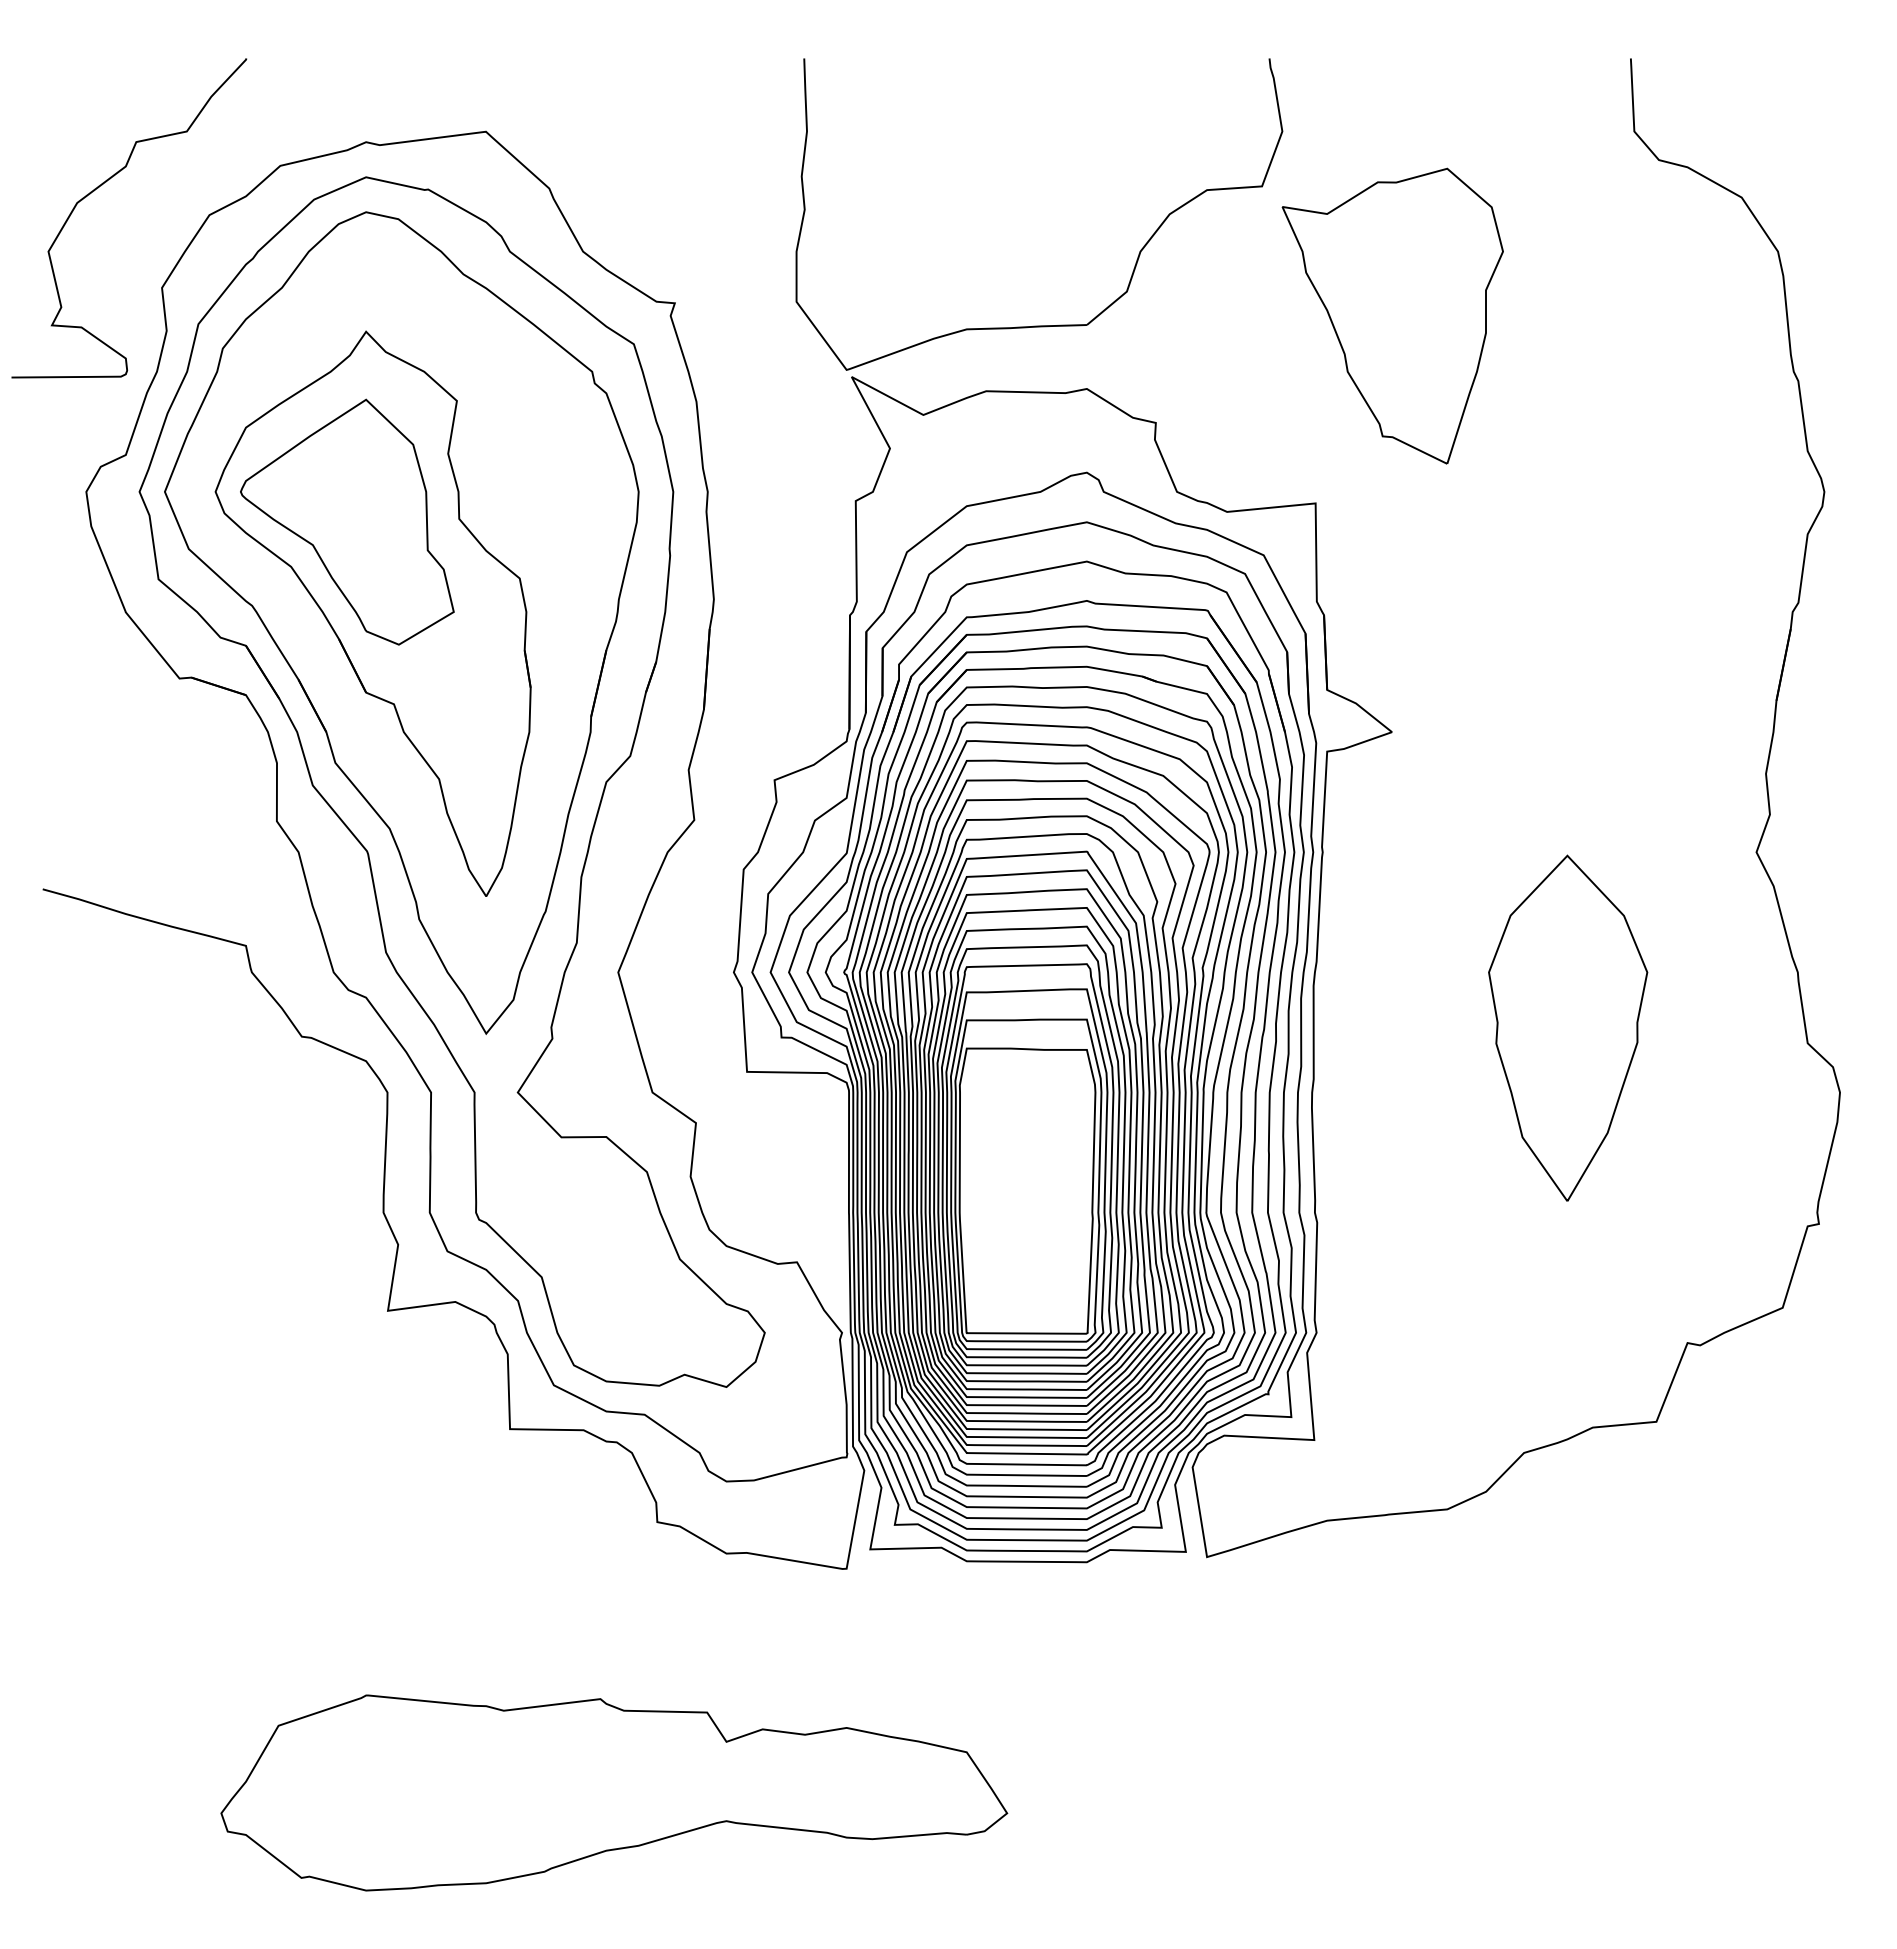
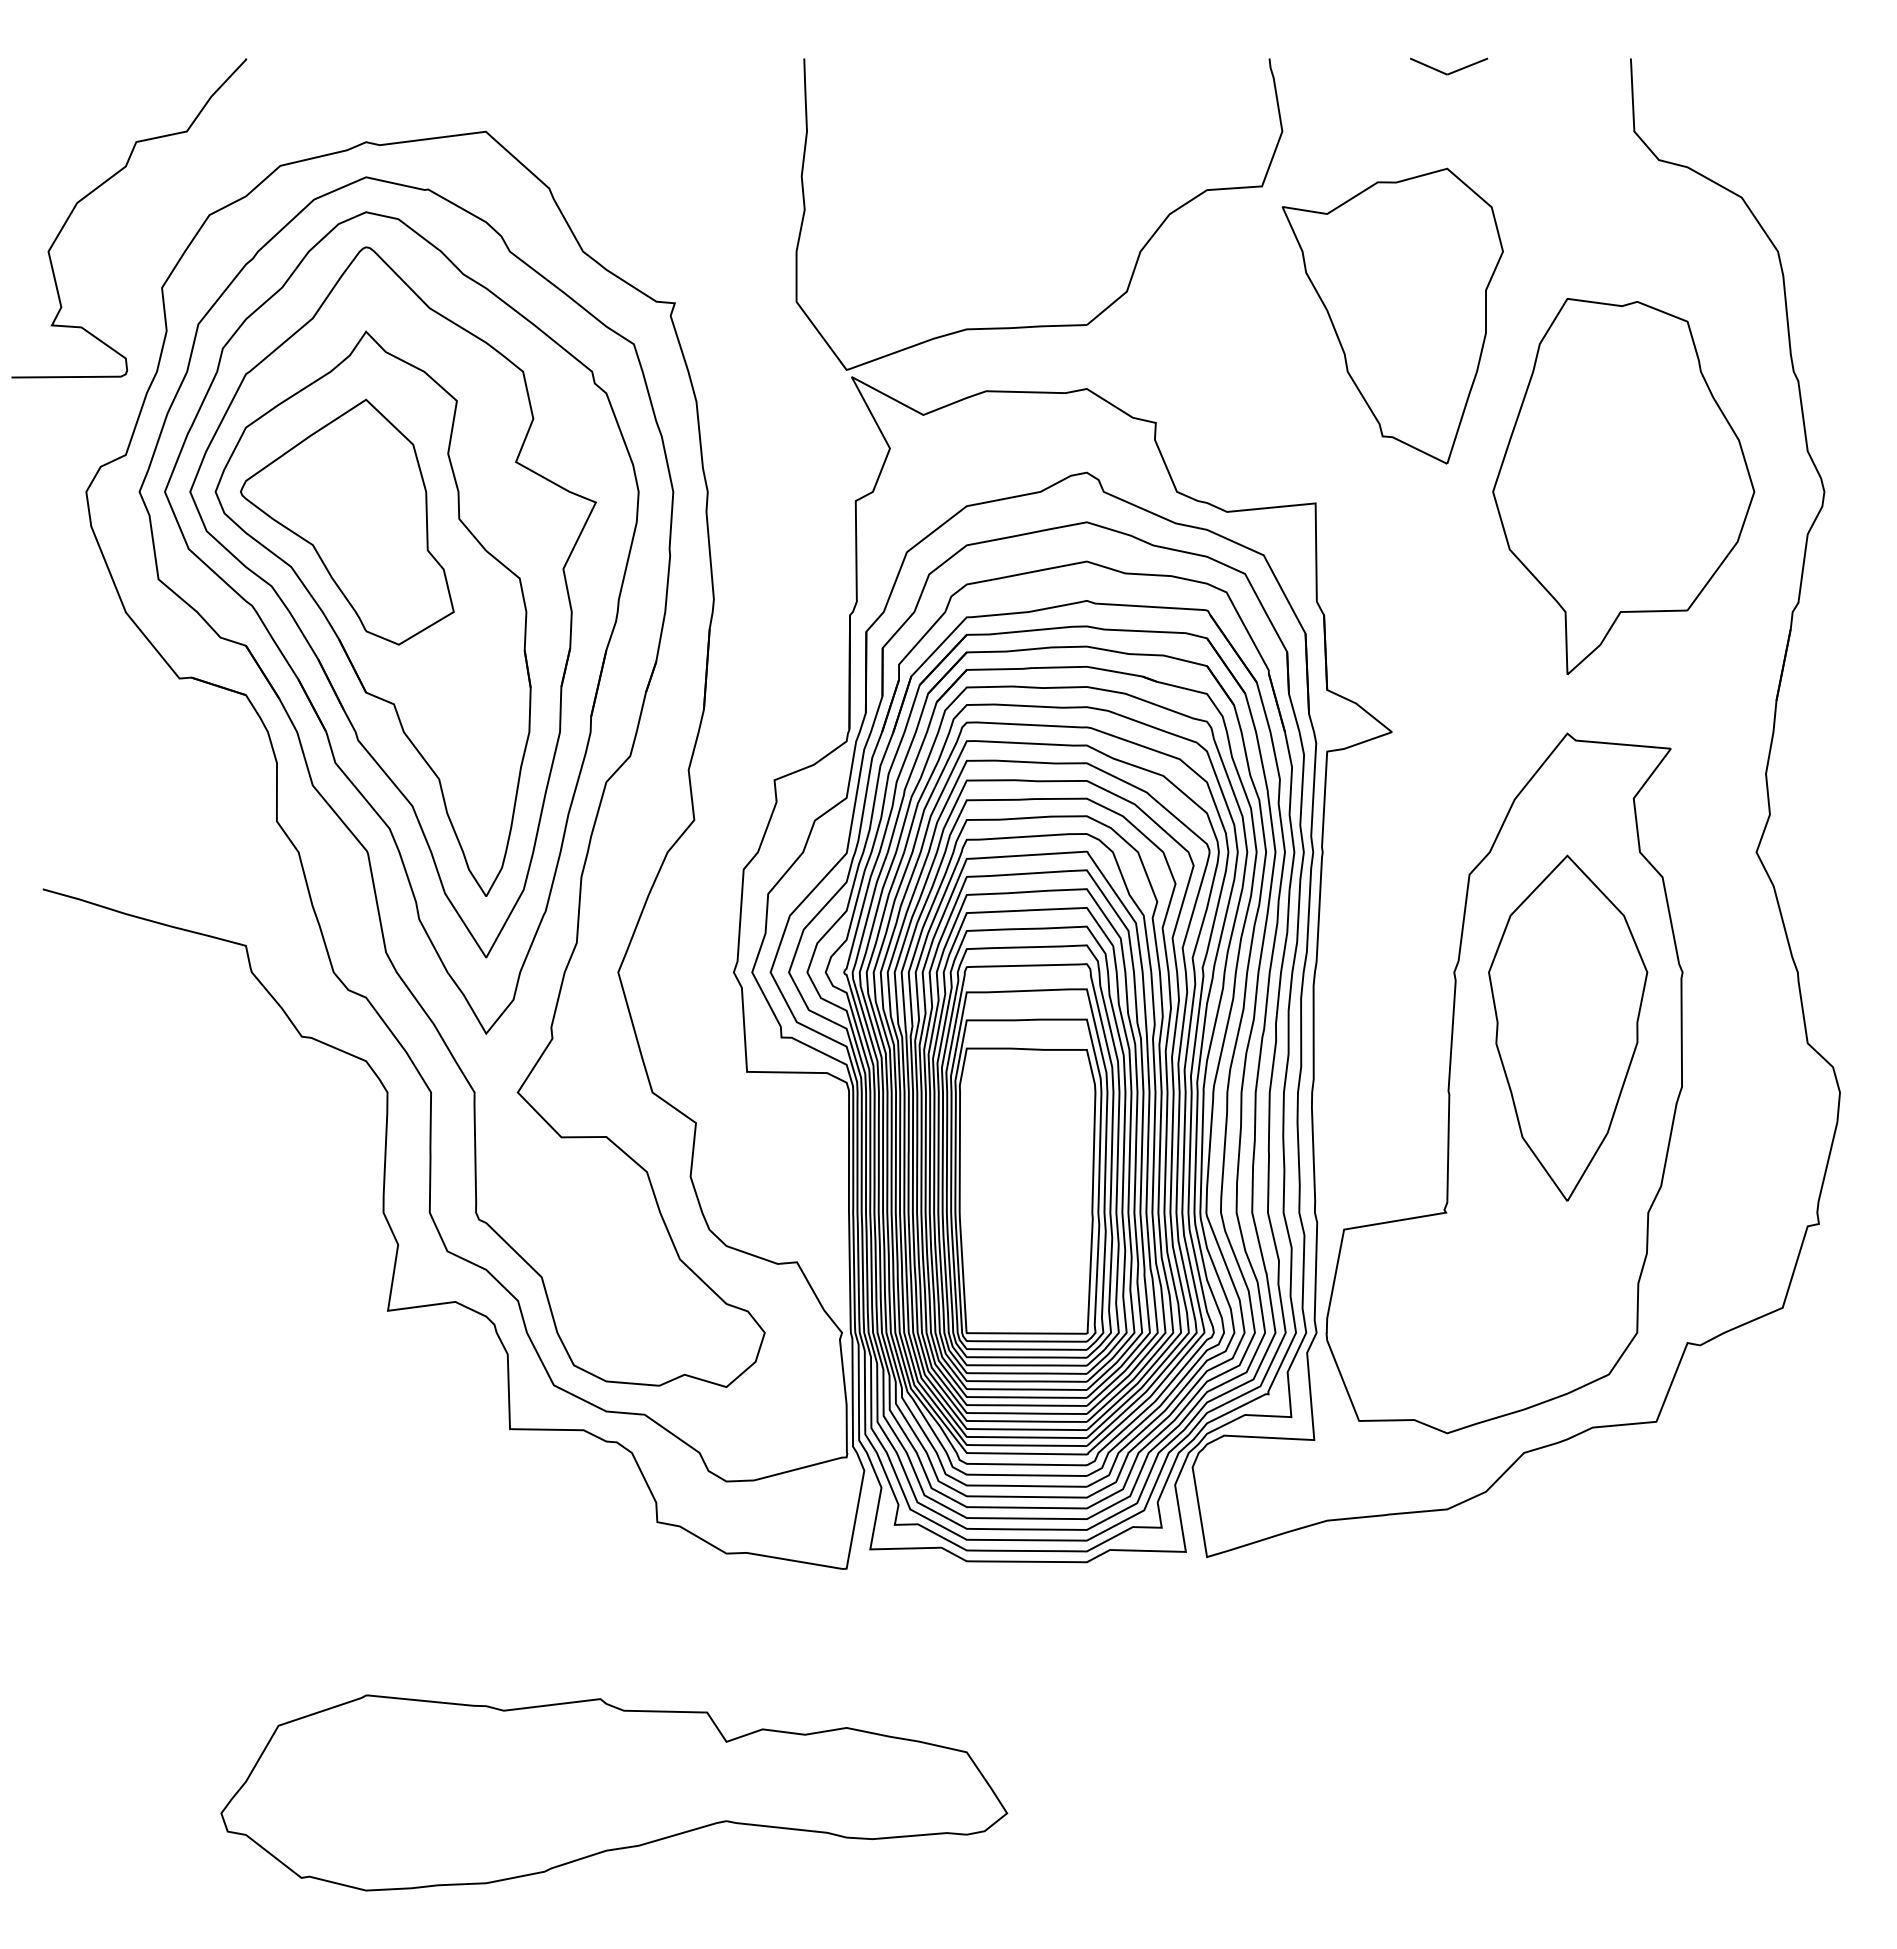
part at (1449, 66): none -> present
part at (1623, 485): none -> present
part at (392, 602): none -> present
part at (1504, 1083): none -> present
